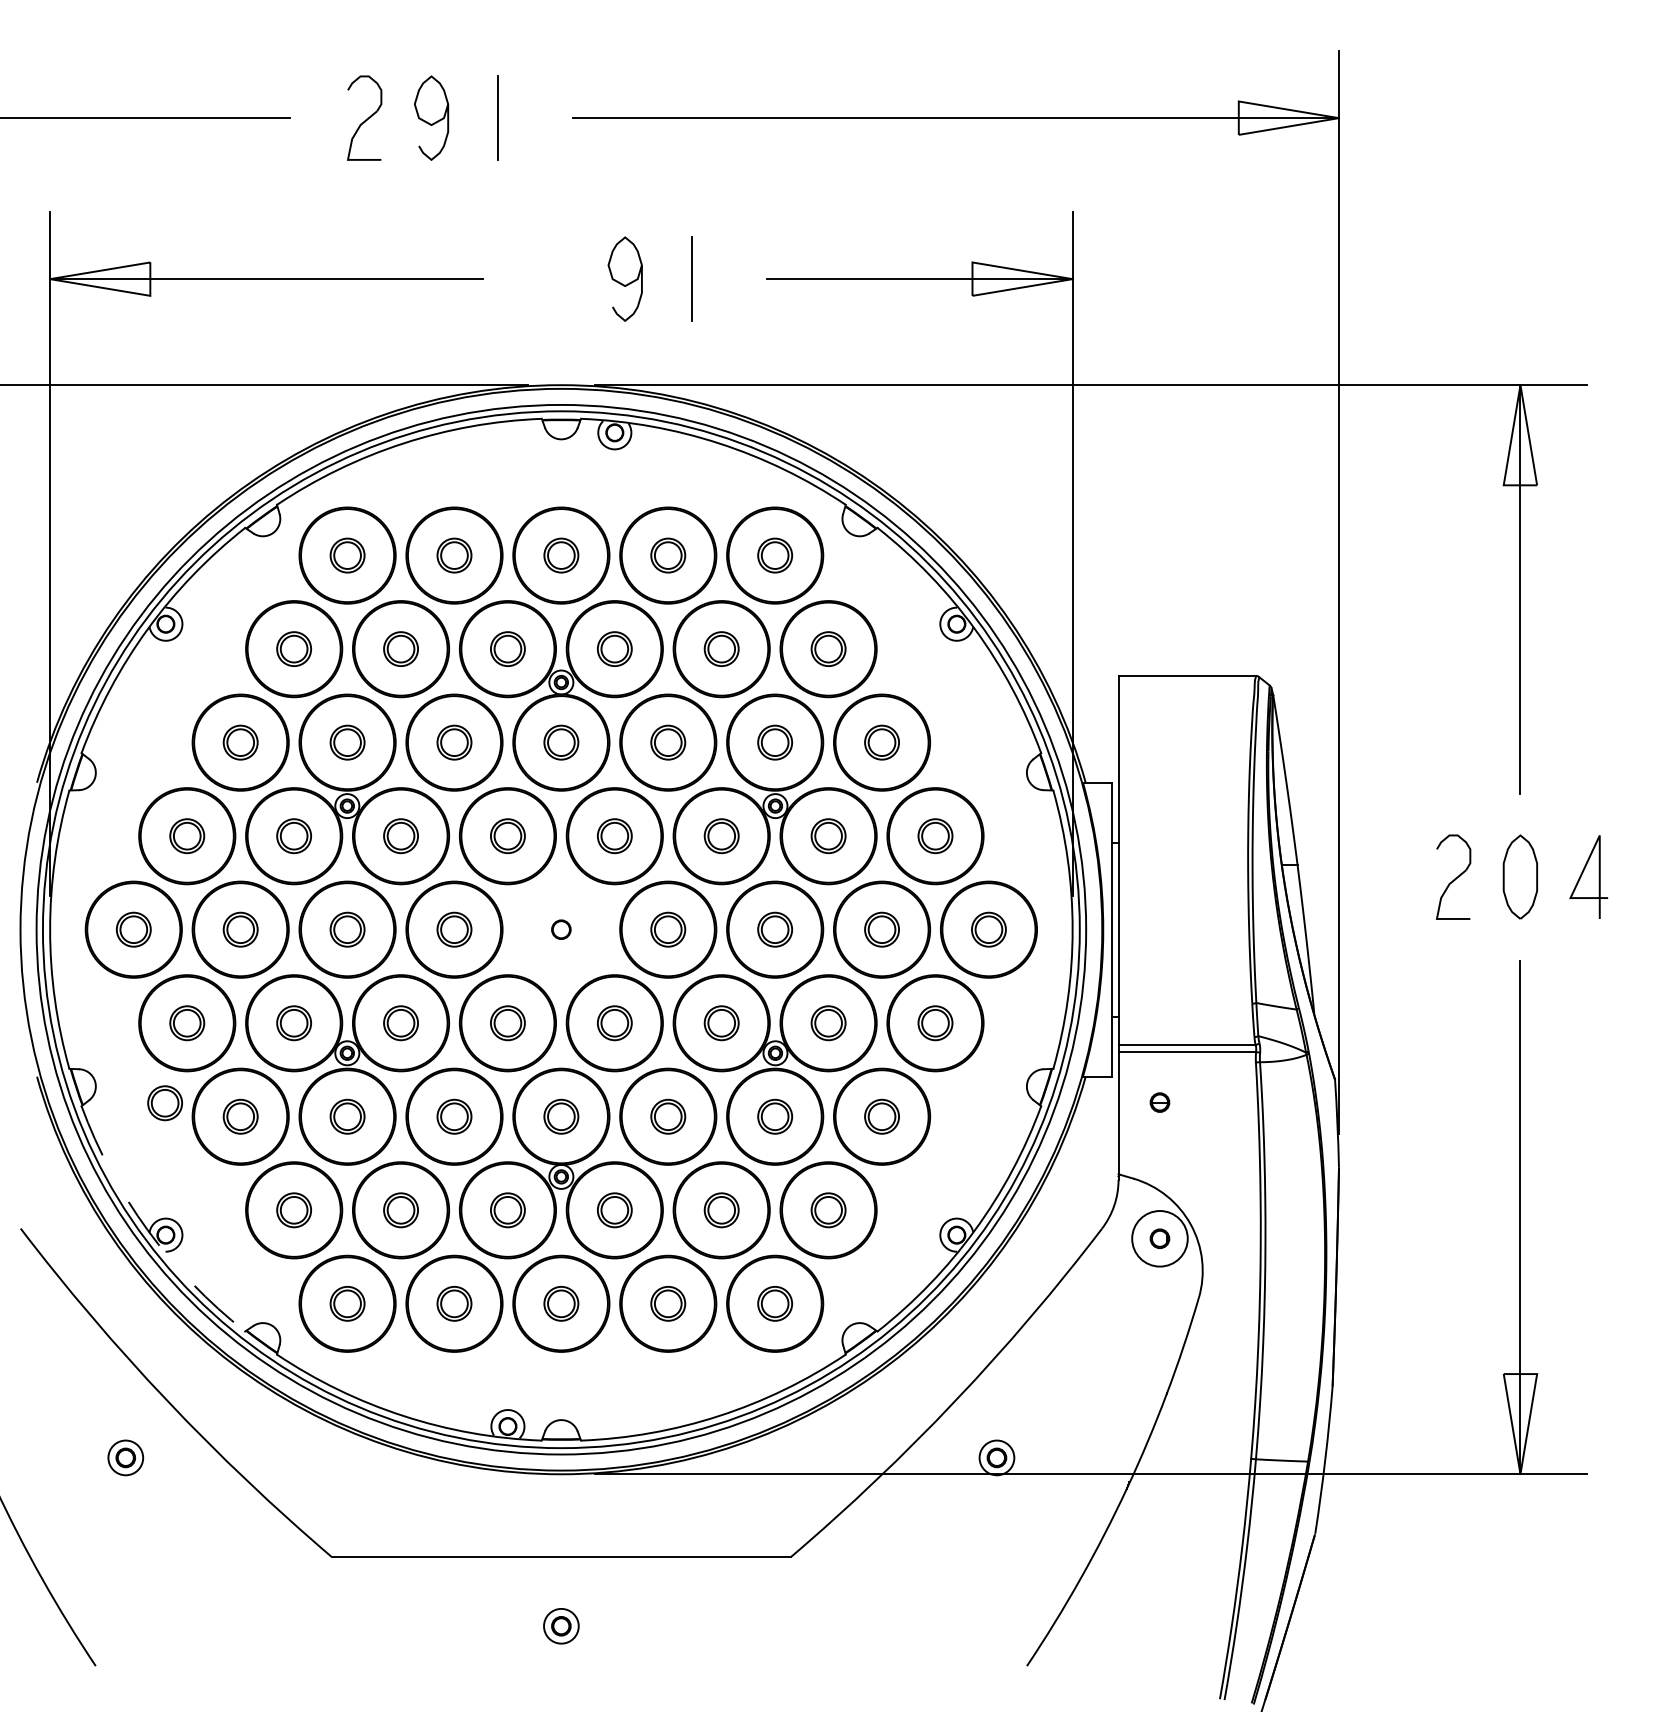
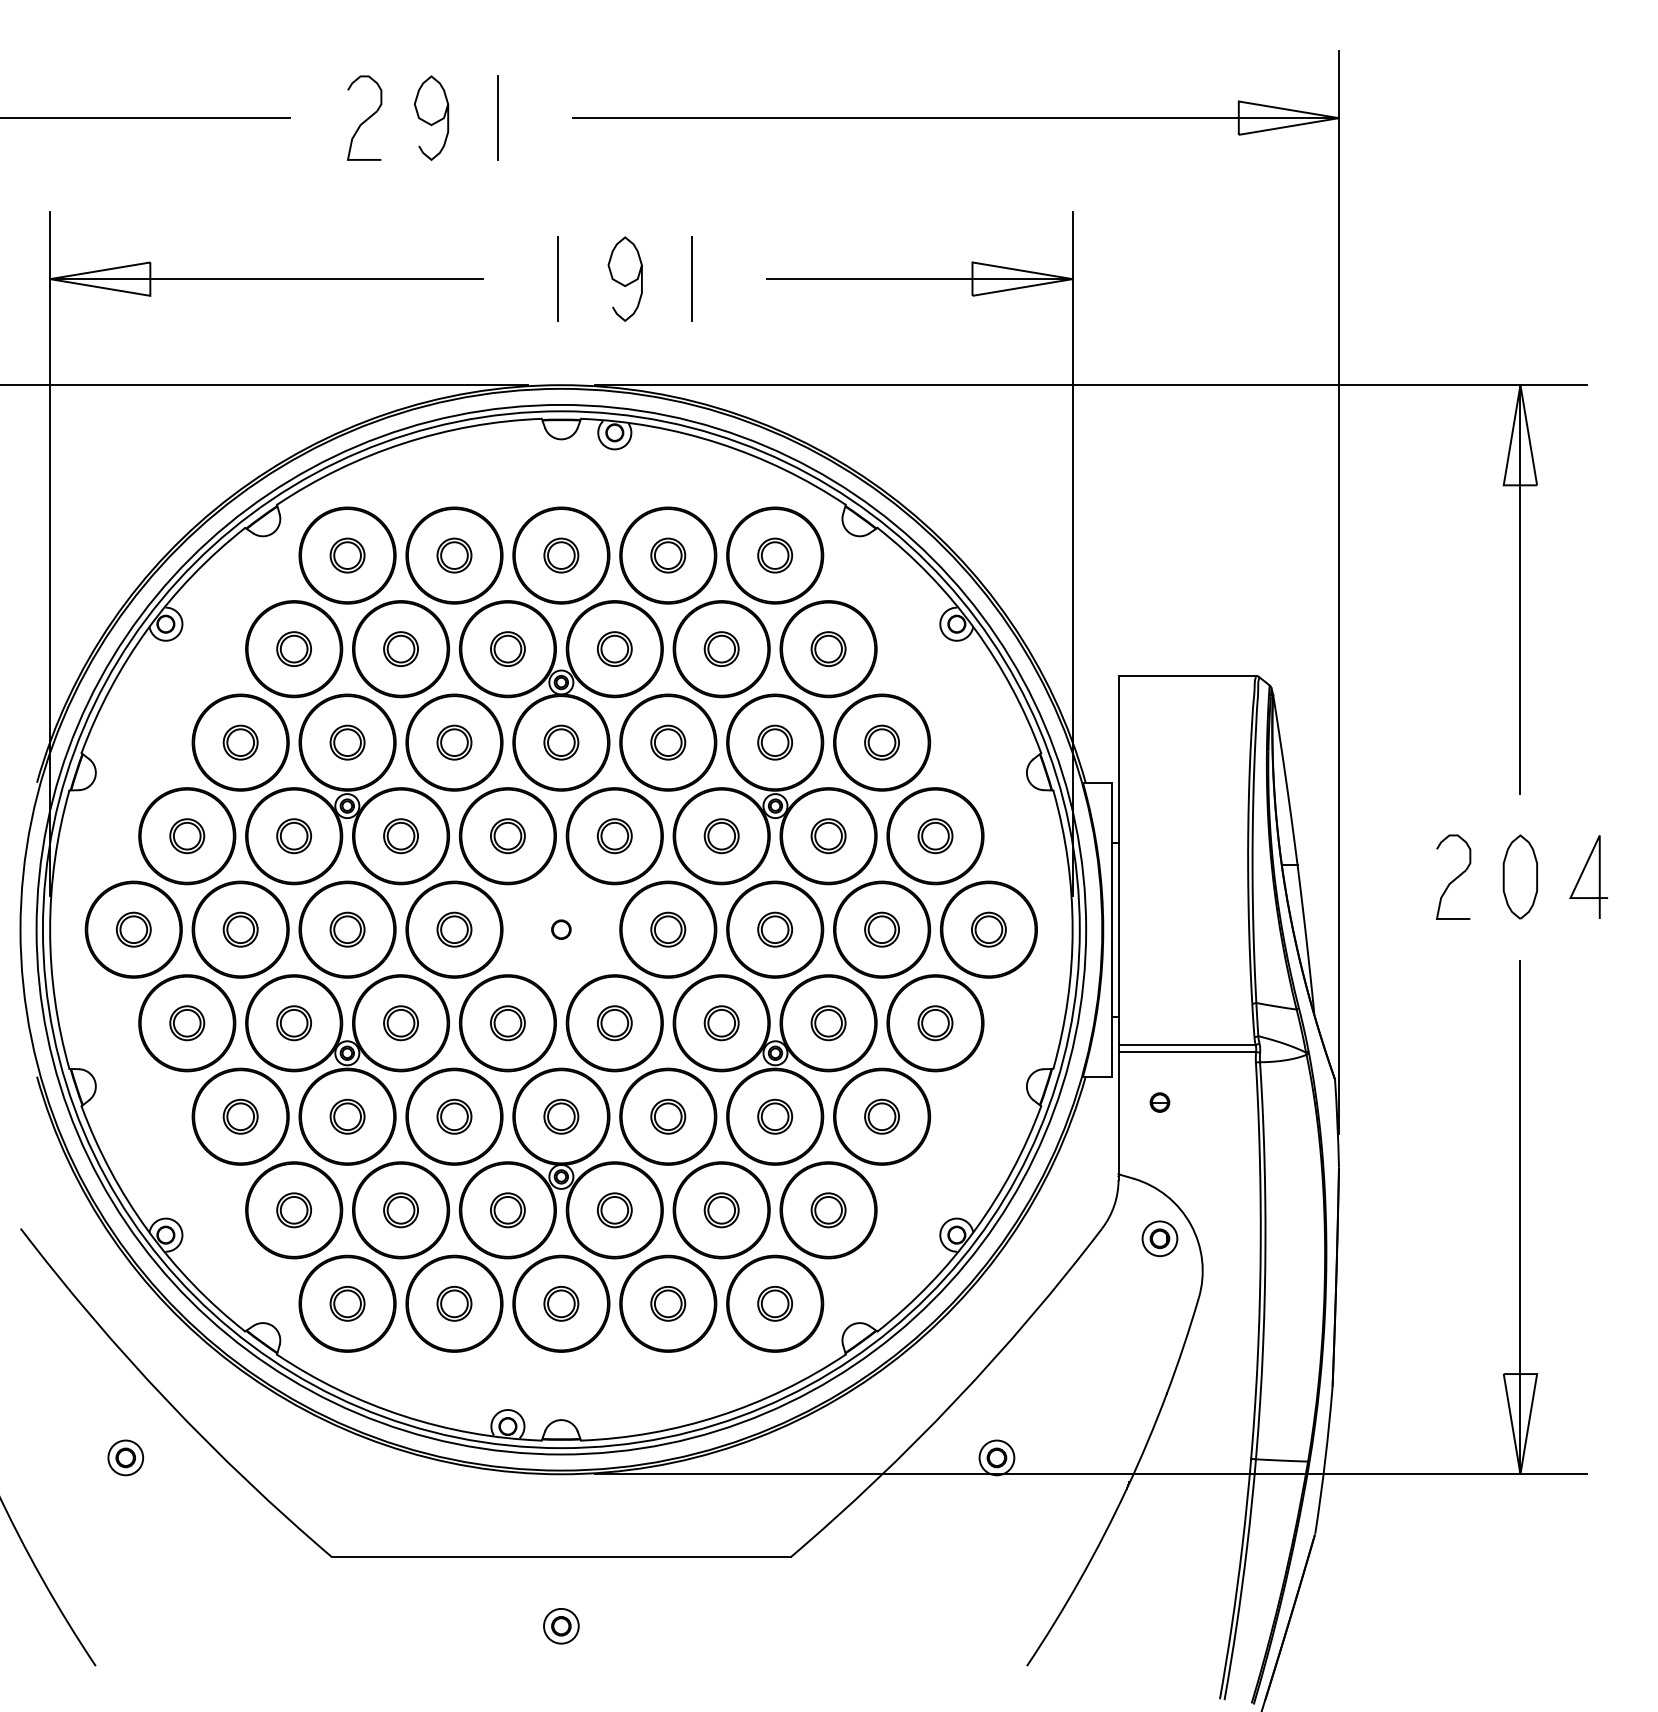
line at (558, 278): none -> present
part at (164, 1103): present -> none
arc at (147, 1230): dashed -> solid
circle at (1159, 1238) diameter: 56 px -> 35 px
